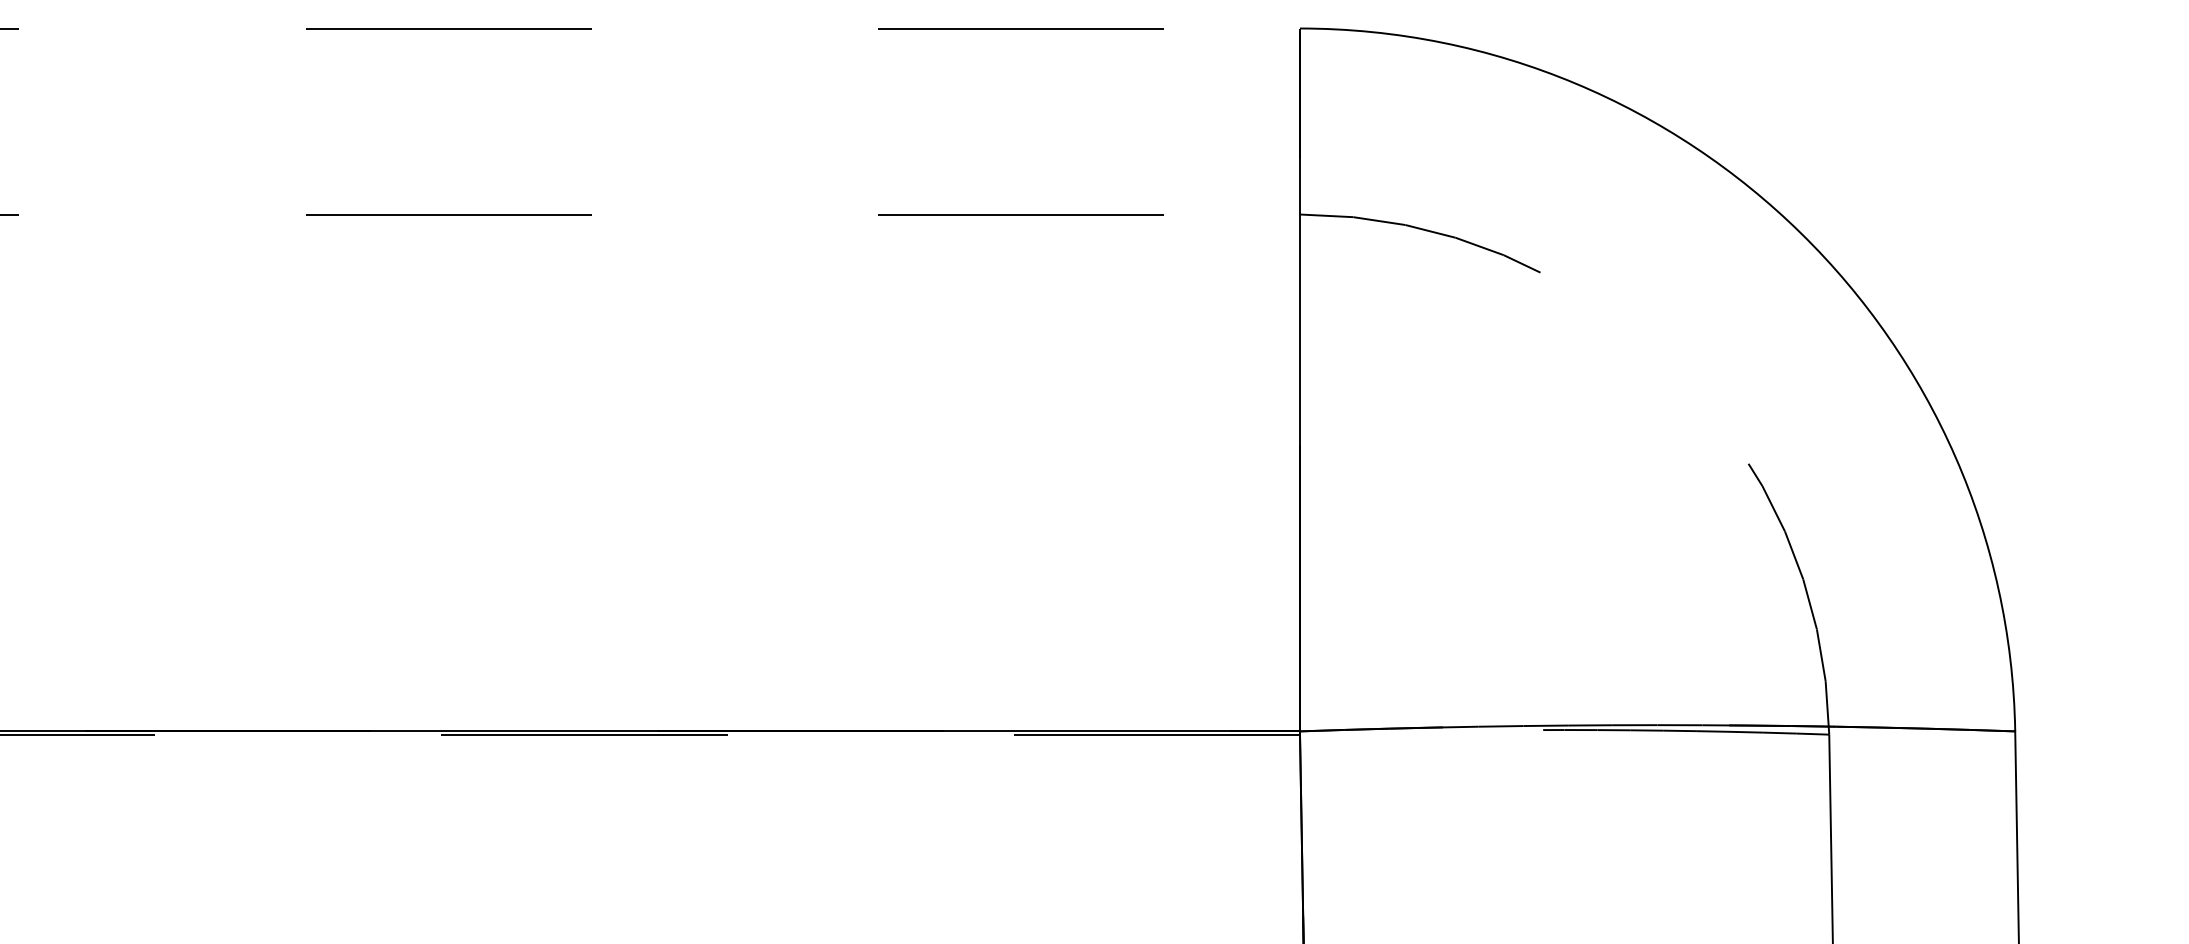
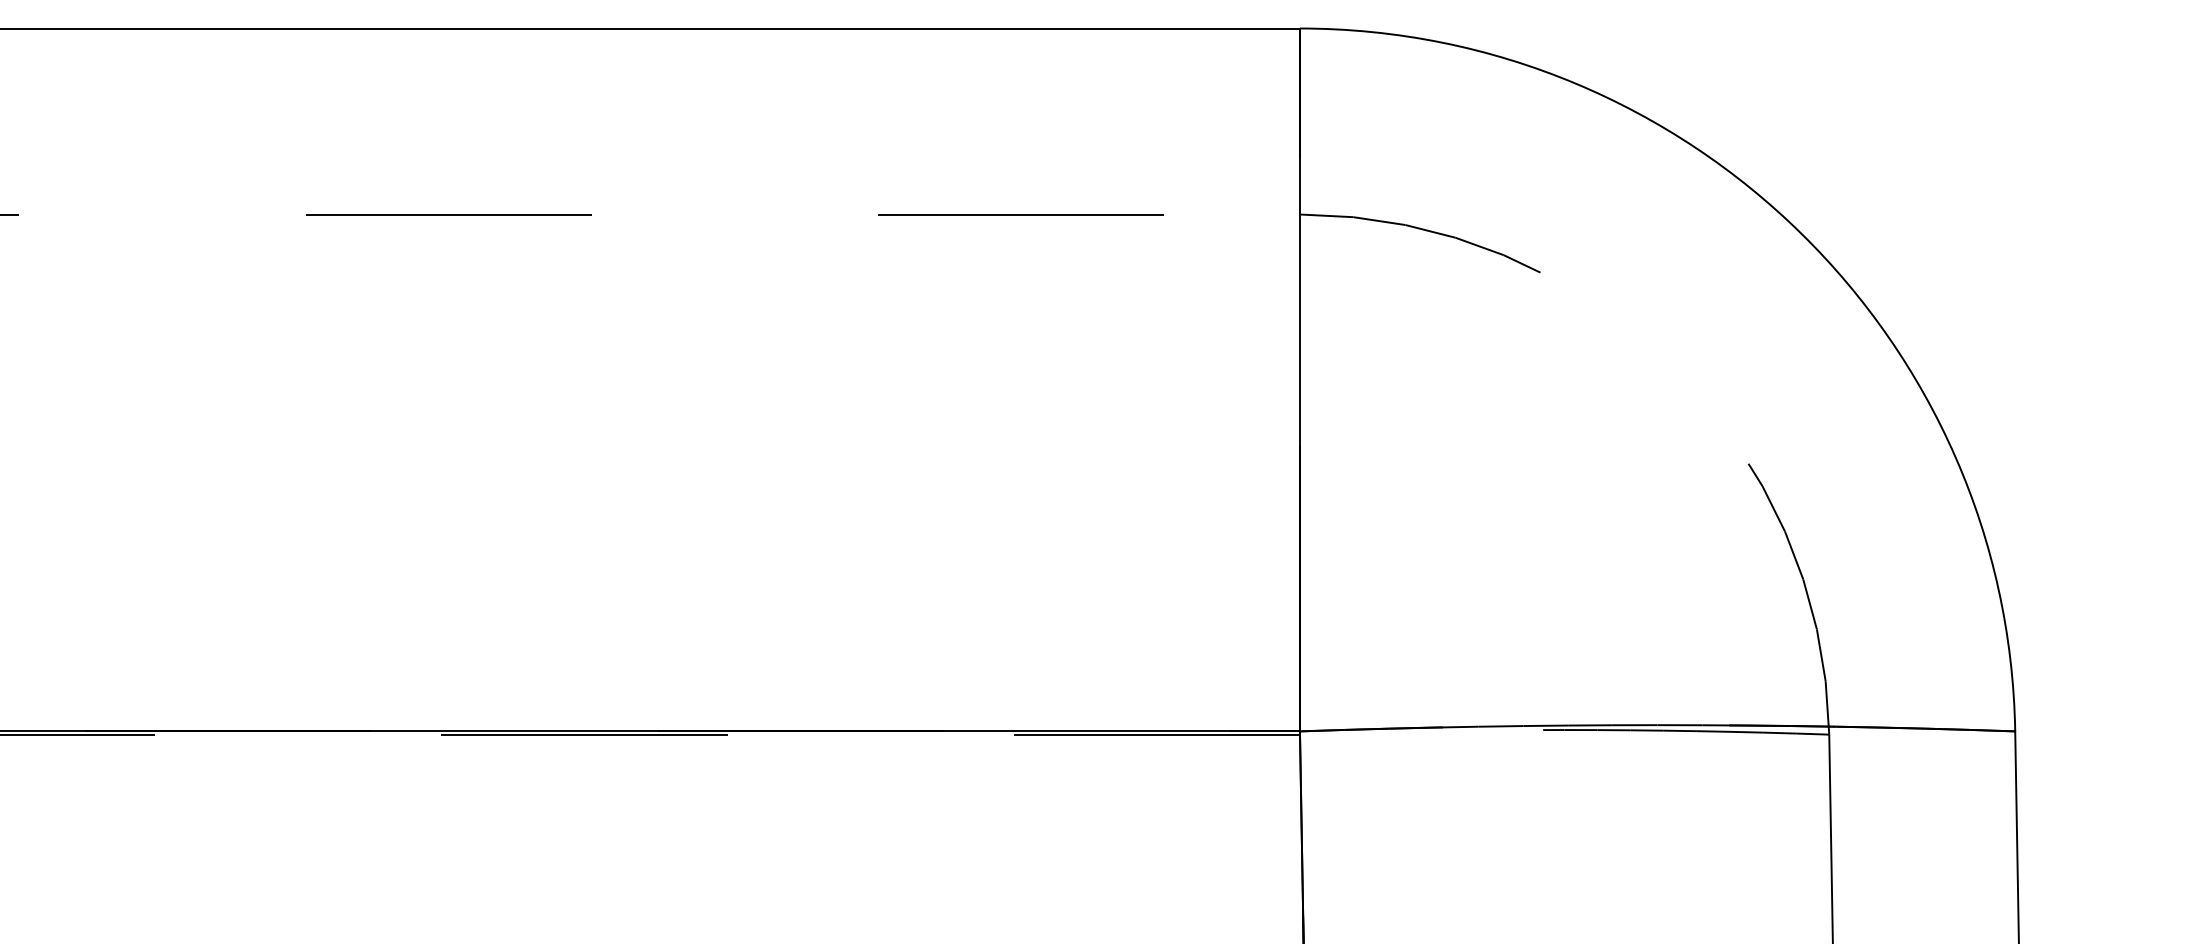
line at (650, 28): dashed -> solid
